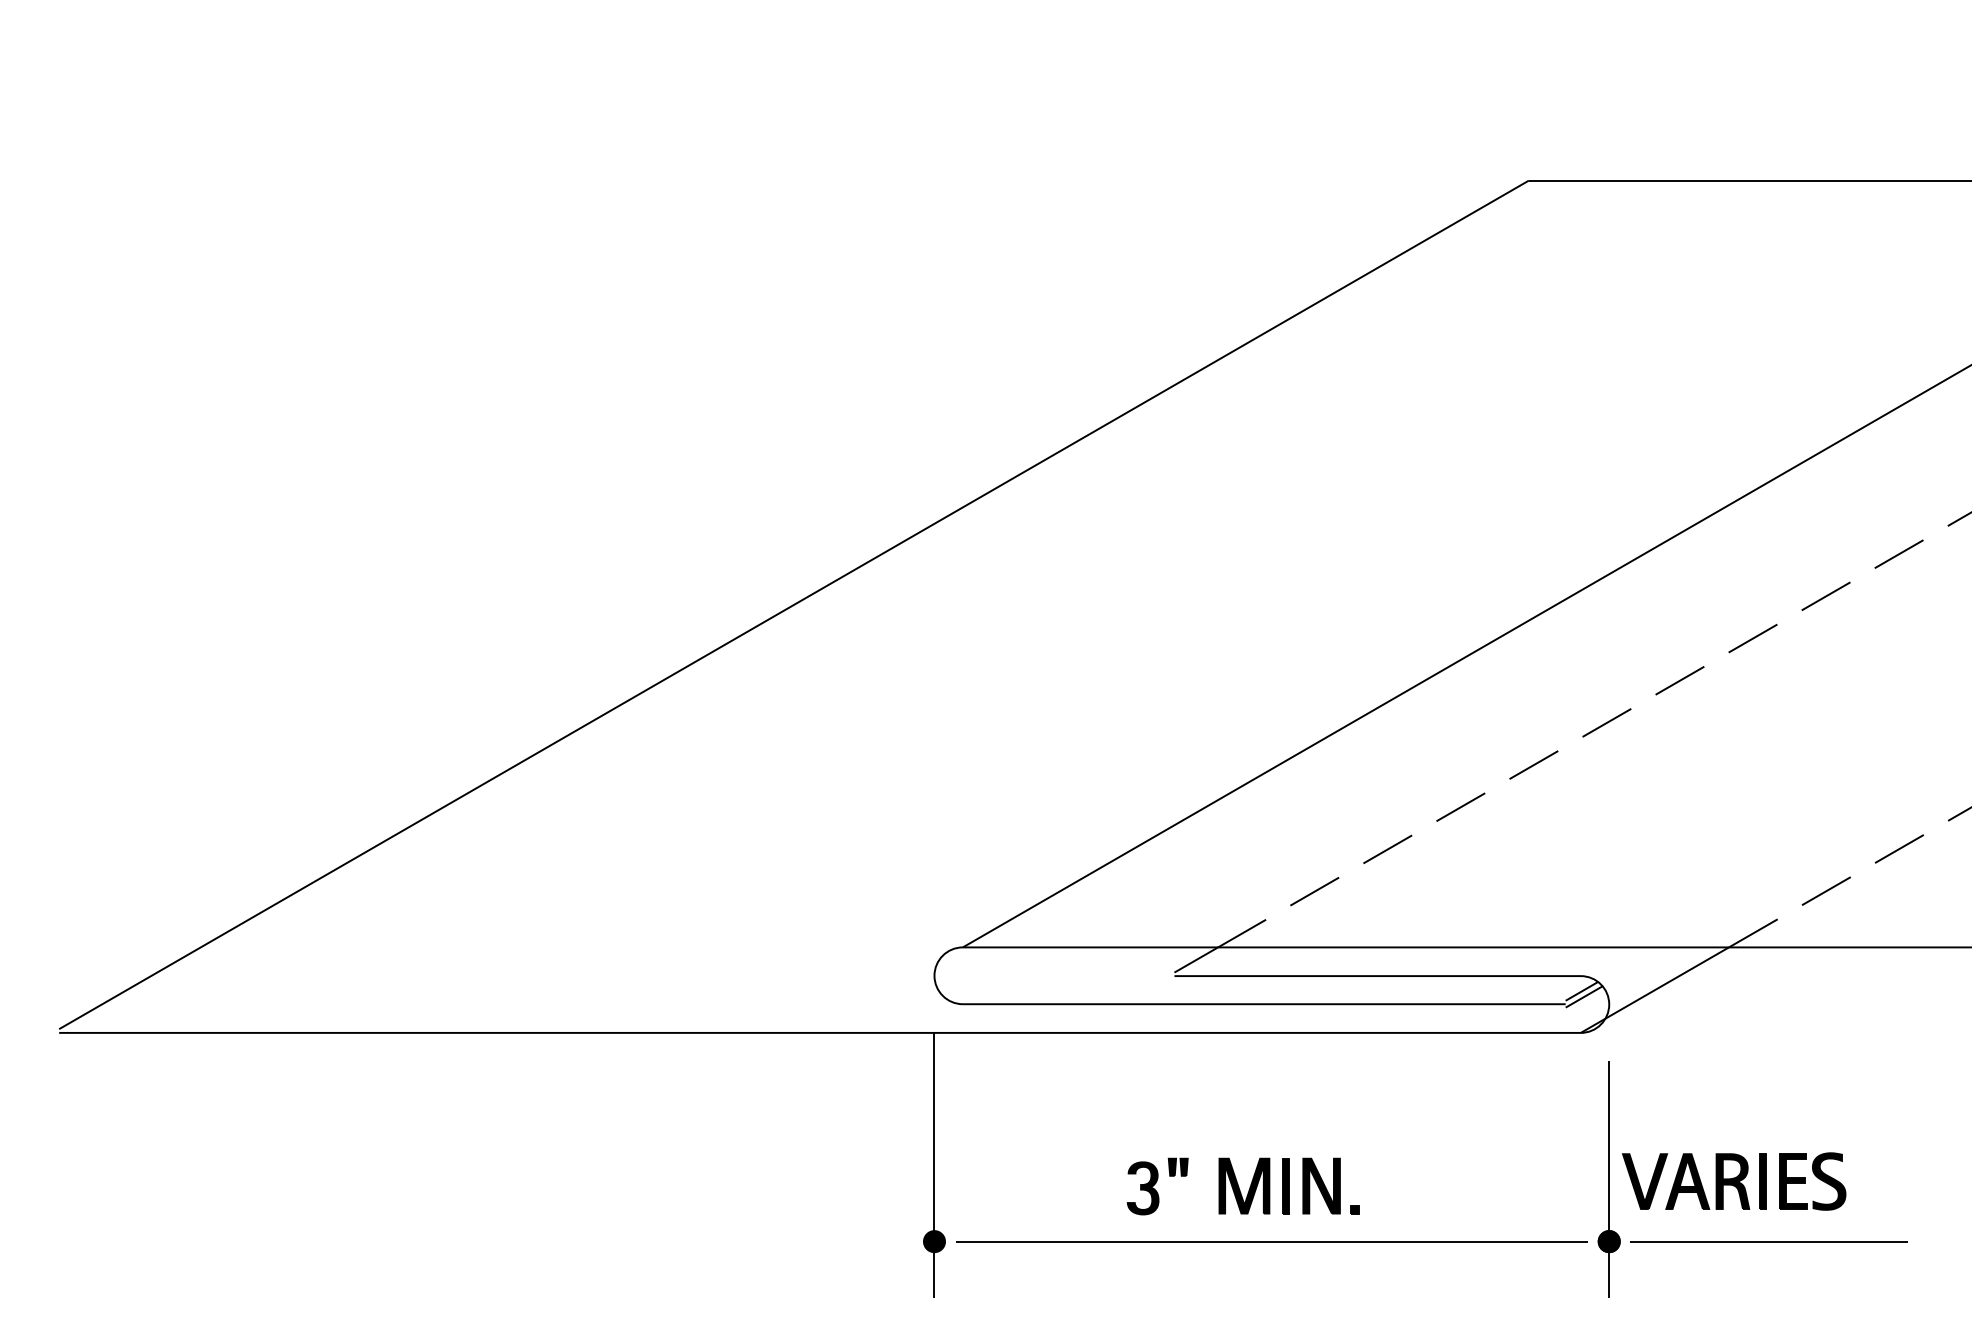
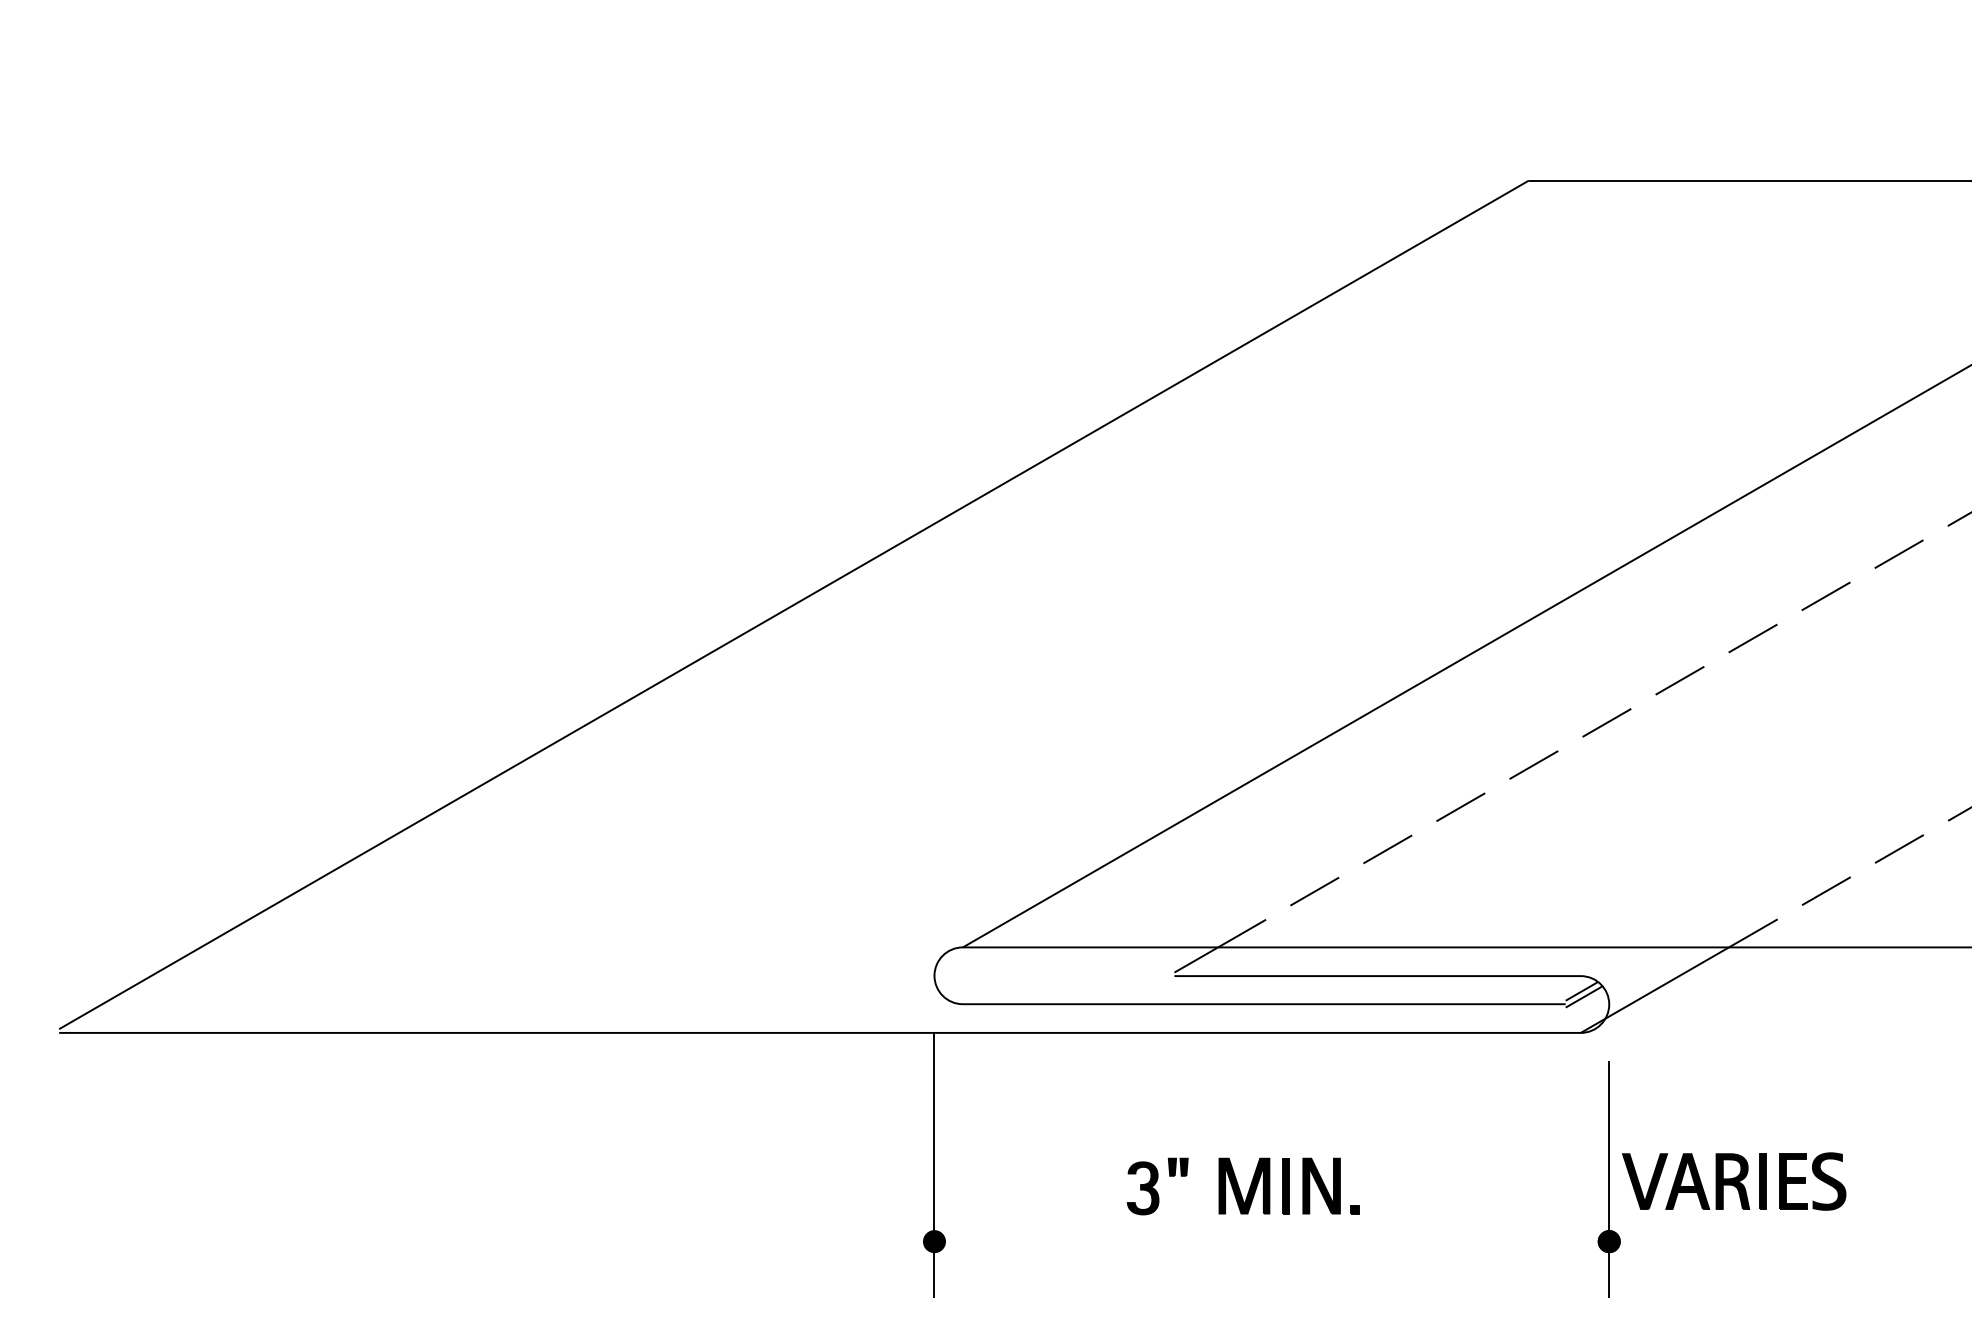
line at (1271, 1241): present -> none
line at (1768, 1241): present -> none
